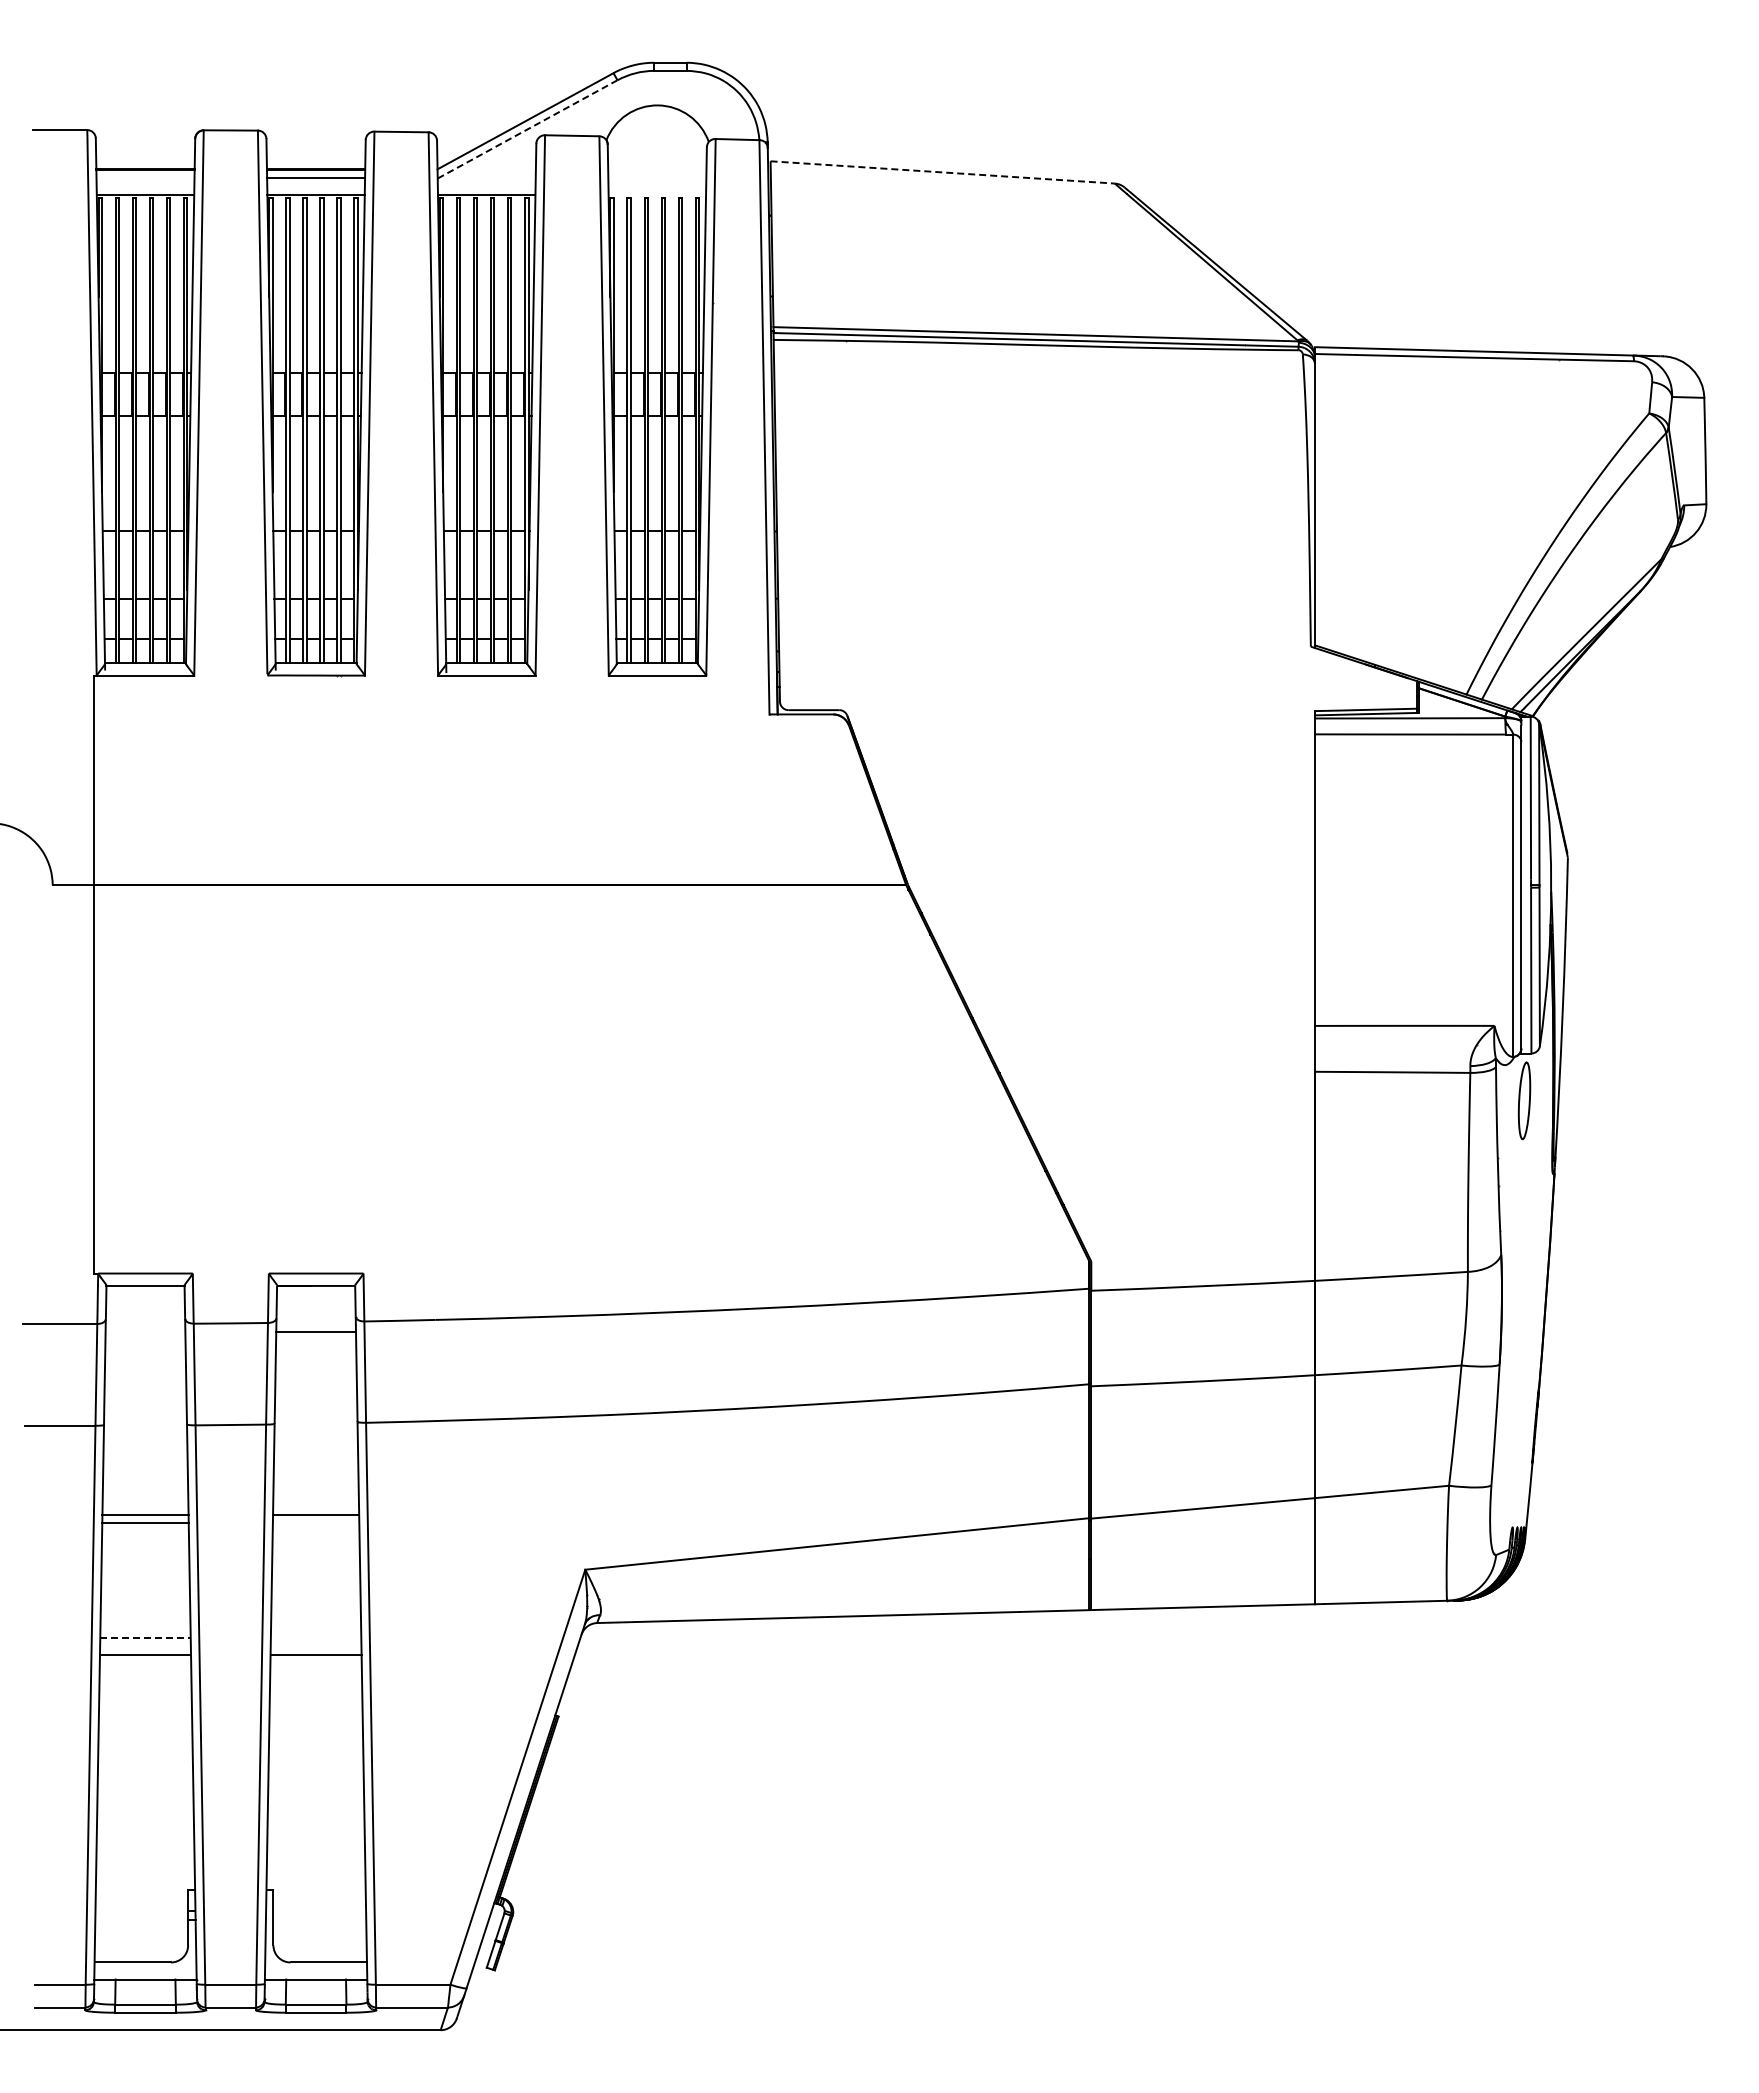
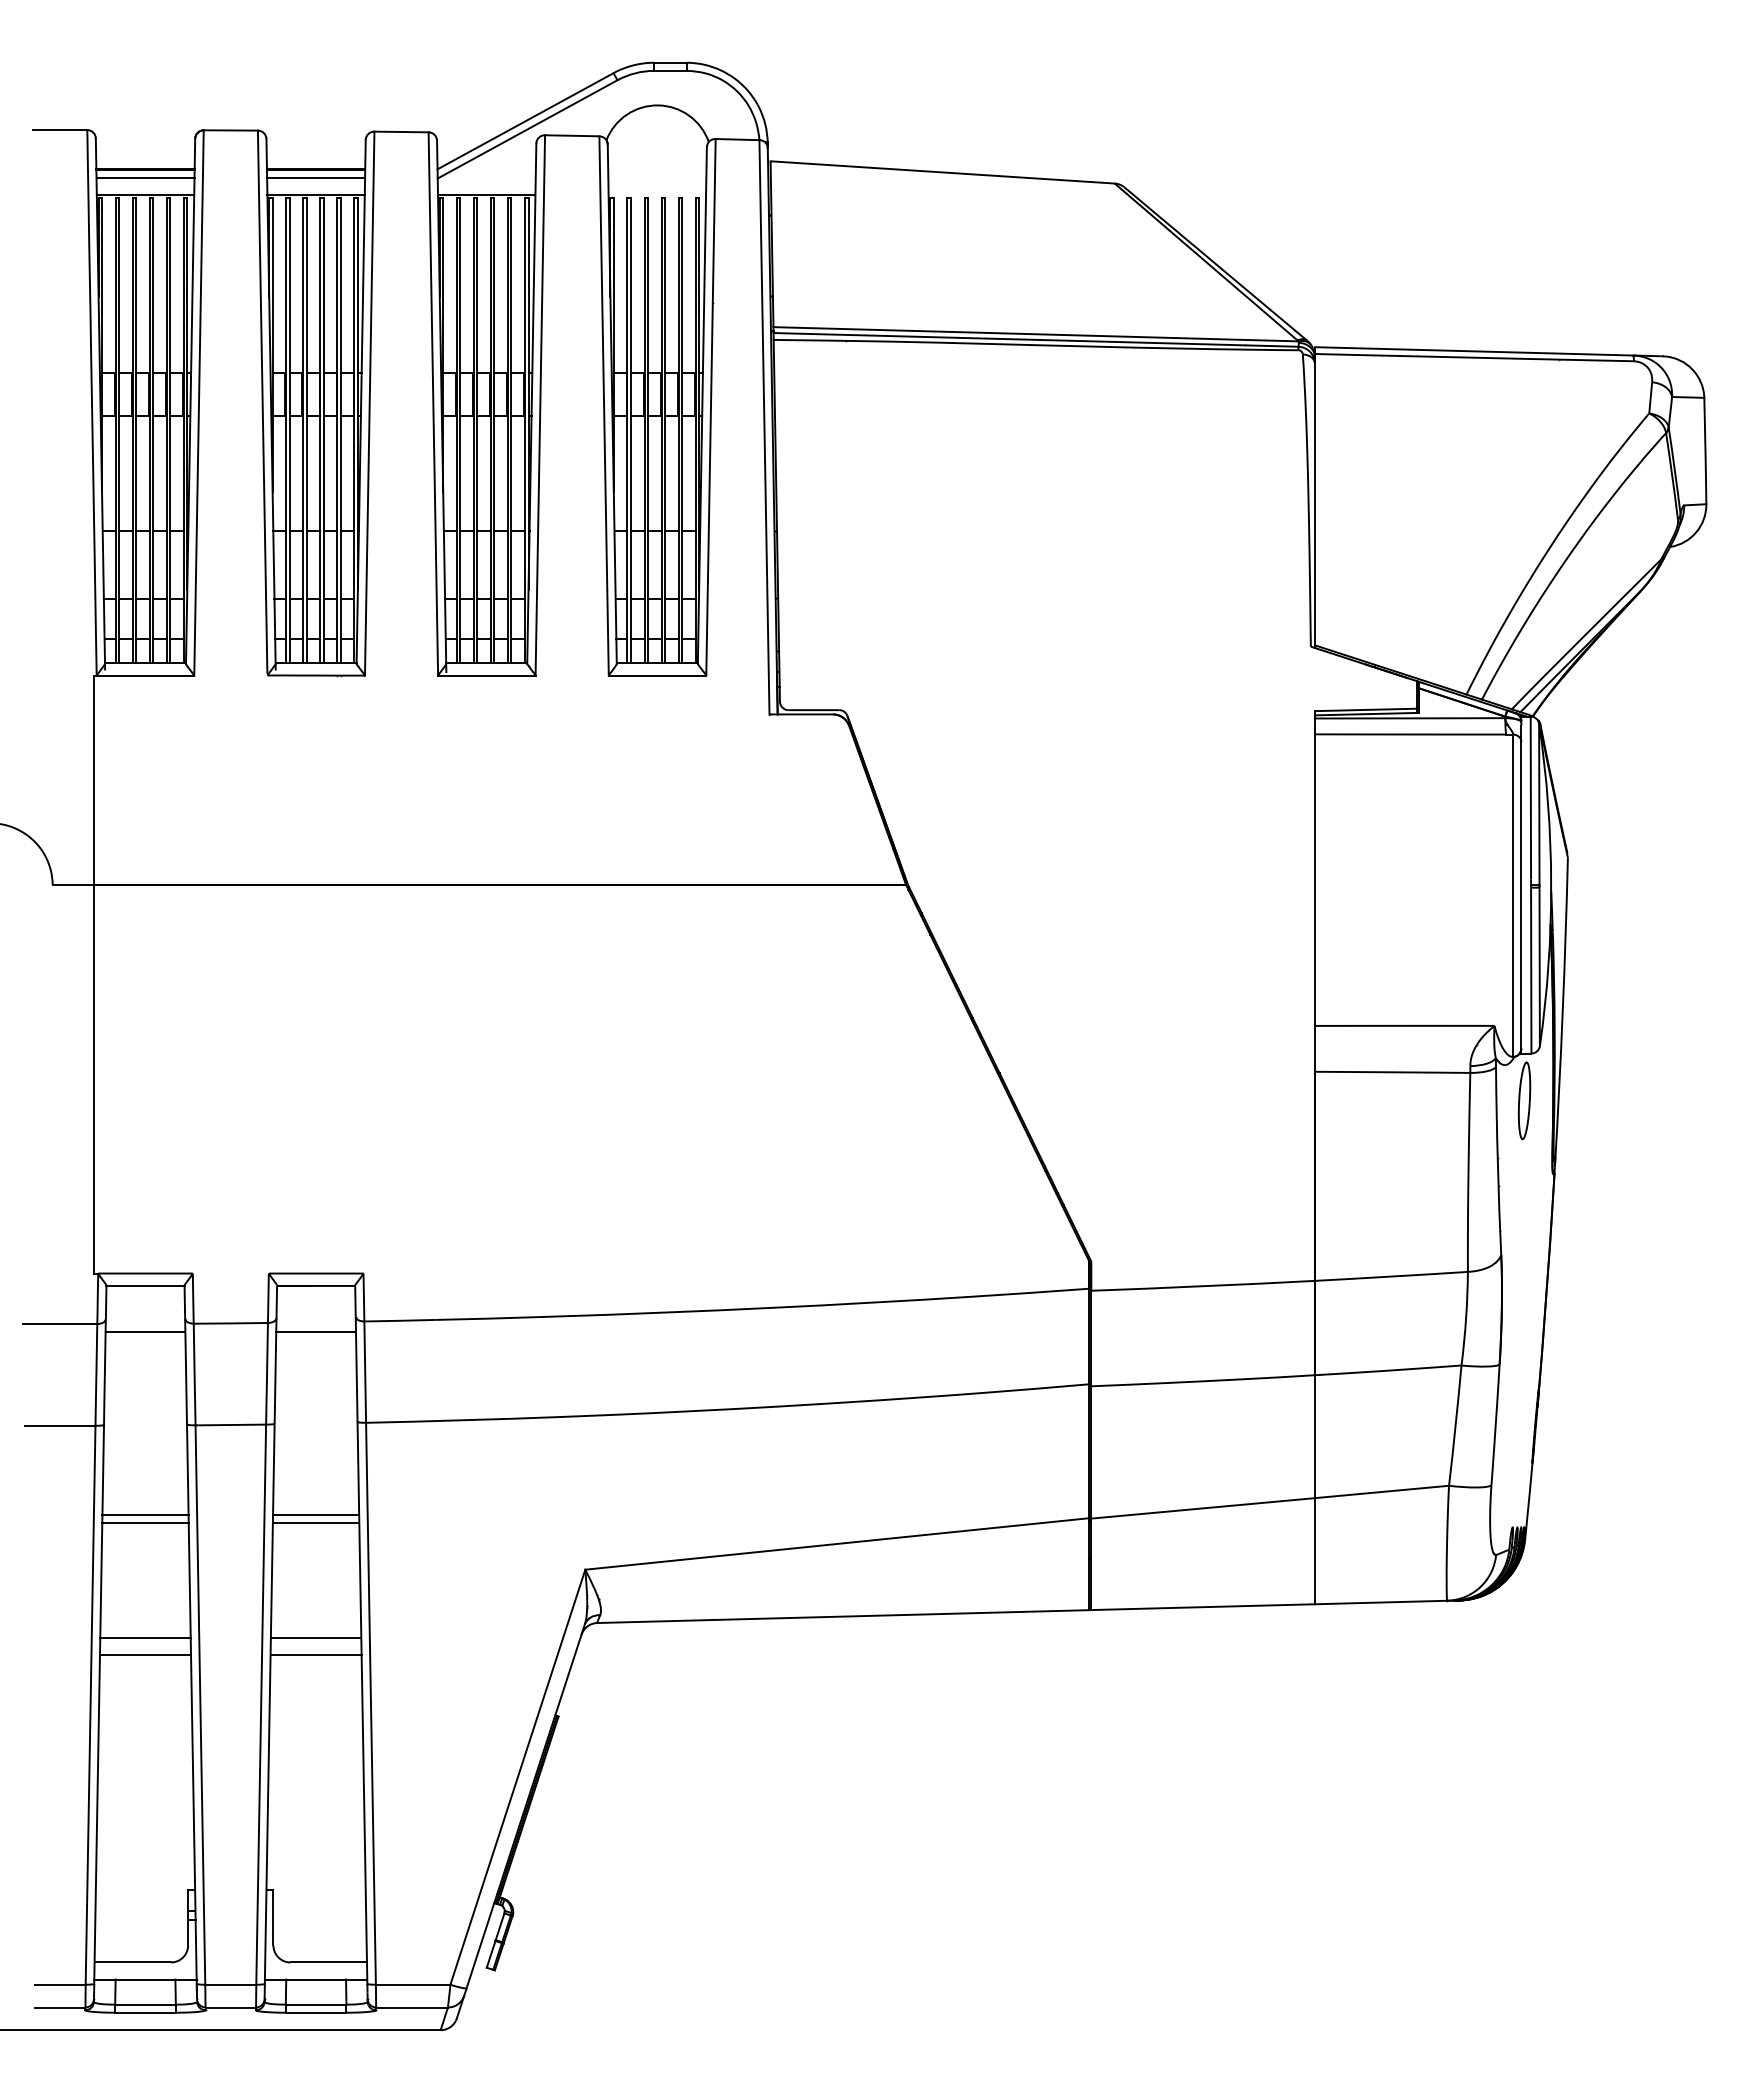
line at (528, 129): dashed -> solid
line at (943, 172): dashed -> solid
line at (145, 178): none -> present
line at (145, 1331): none -> present
line at (315, 1523): none -> present
line at (145, 1638): dashed -> solid
line at (315, 1638): none -> present
